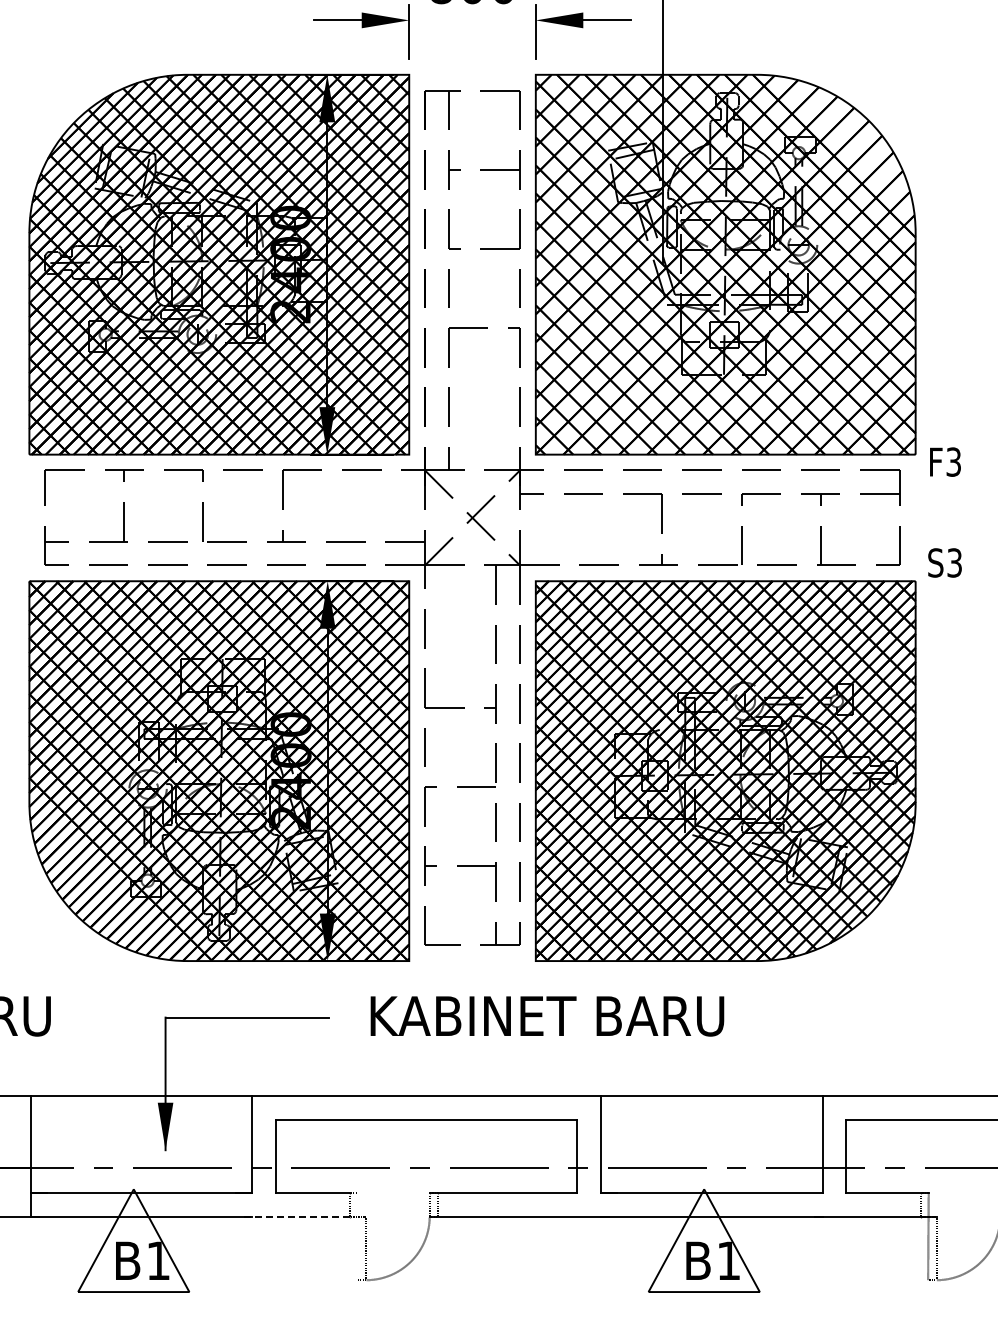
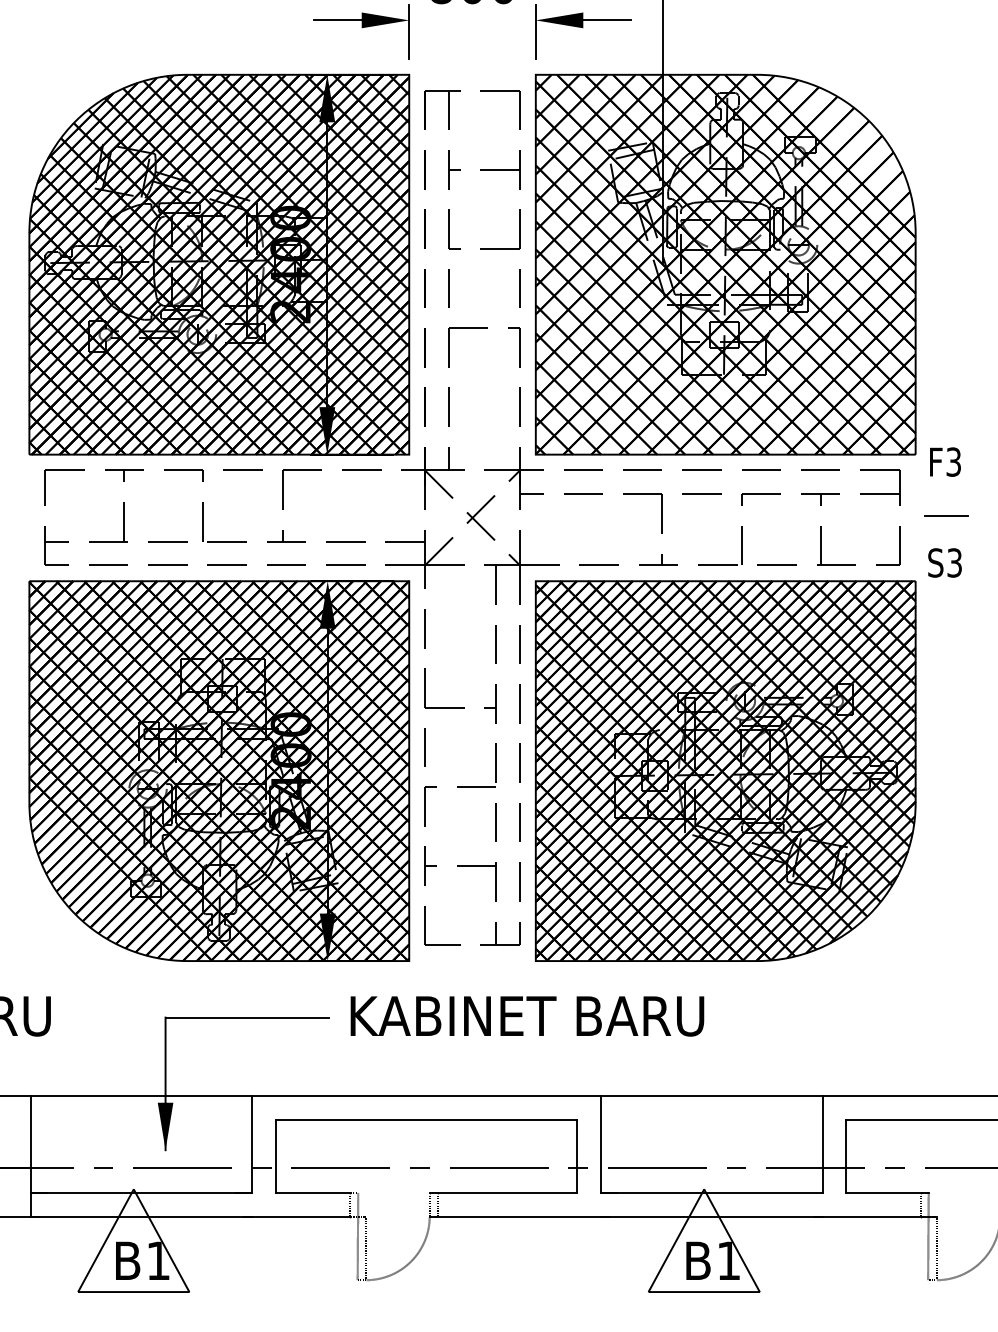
line at (946, 515): none -> present
text at (547, 1016) position: (547, 1016) -> (527, 1016)
line at (297, 1216): dashed -> solid
line at (357, 1236): none -> present
